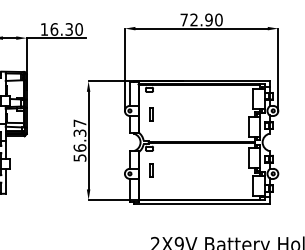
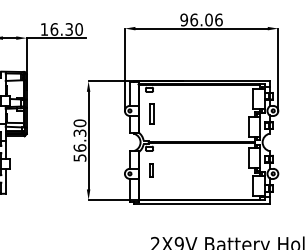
text at (201, 19): 72.90 -> 96.06
part at (151, 114) size: 5x15 px -> 6x22 px
text at (79, 123): 56.37 -> 56.30
